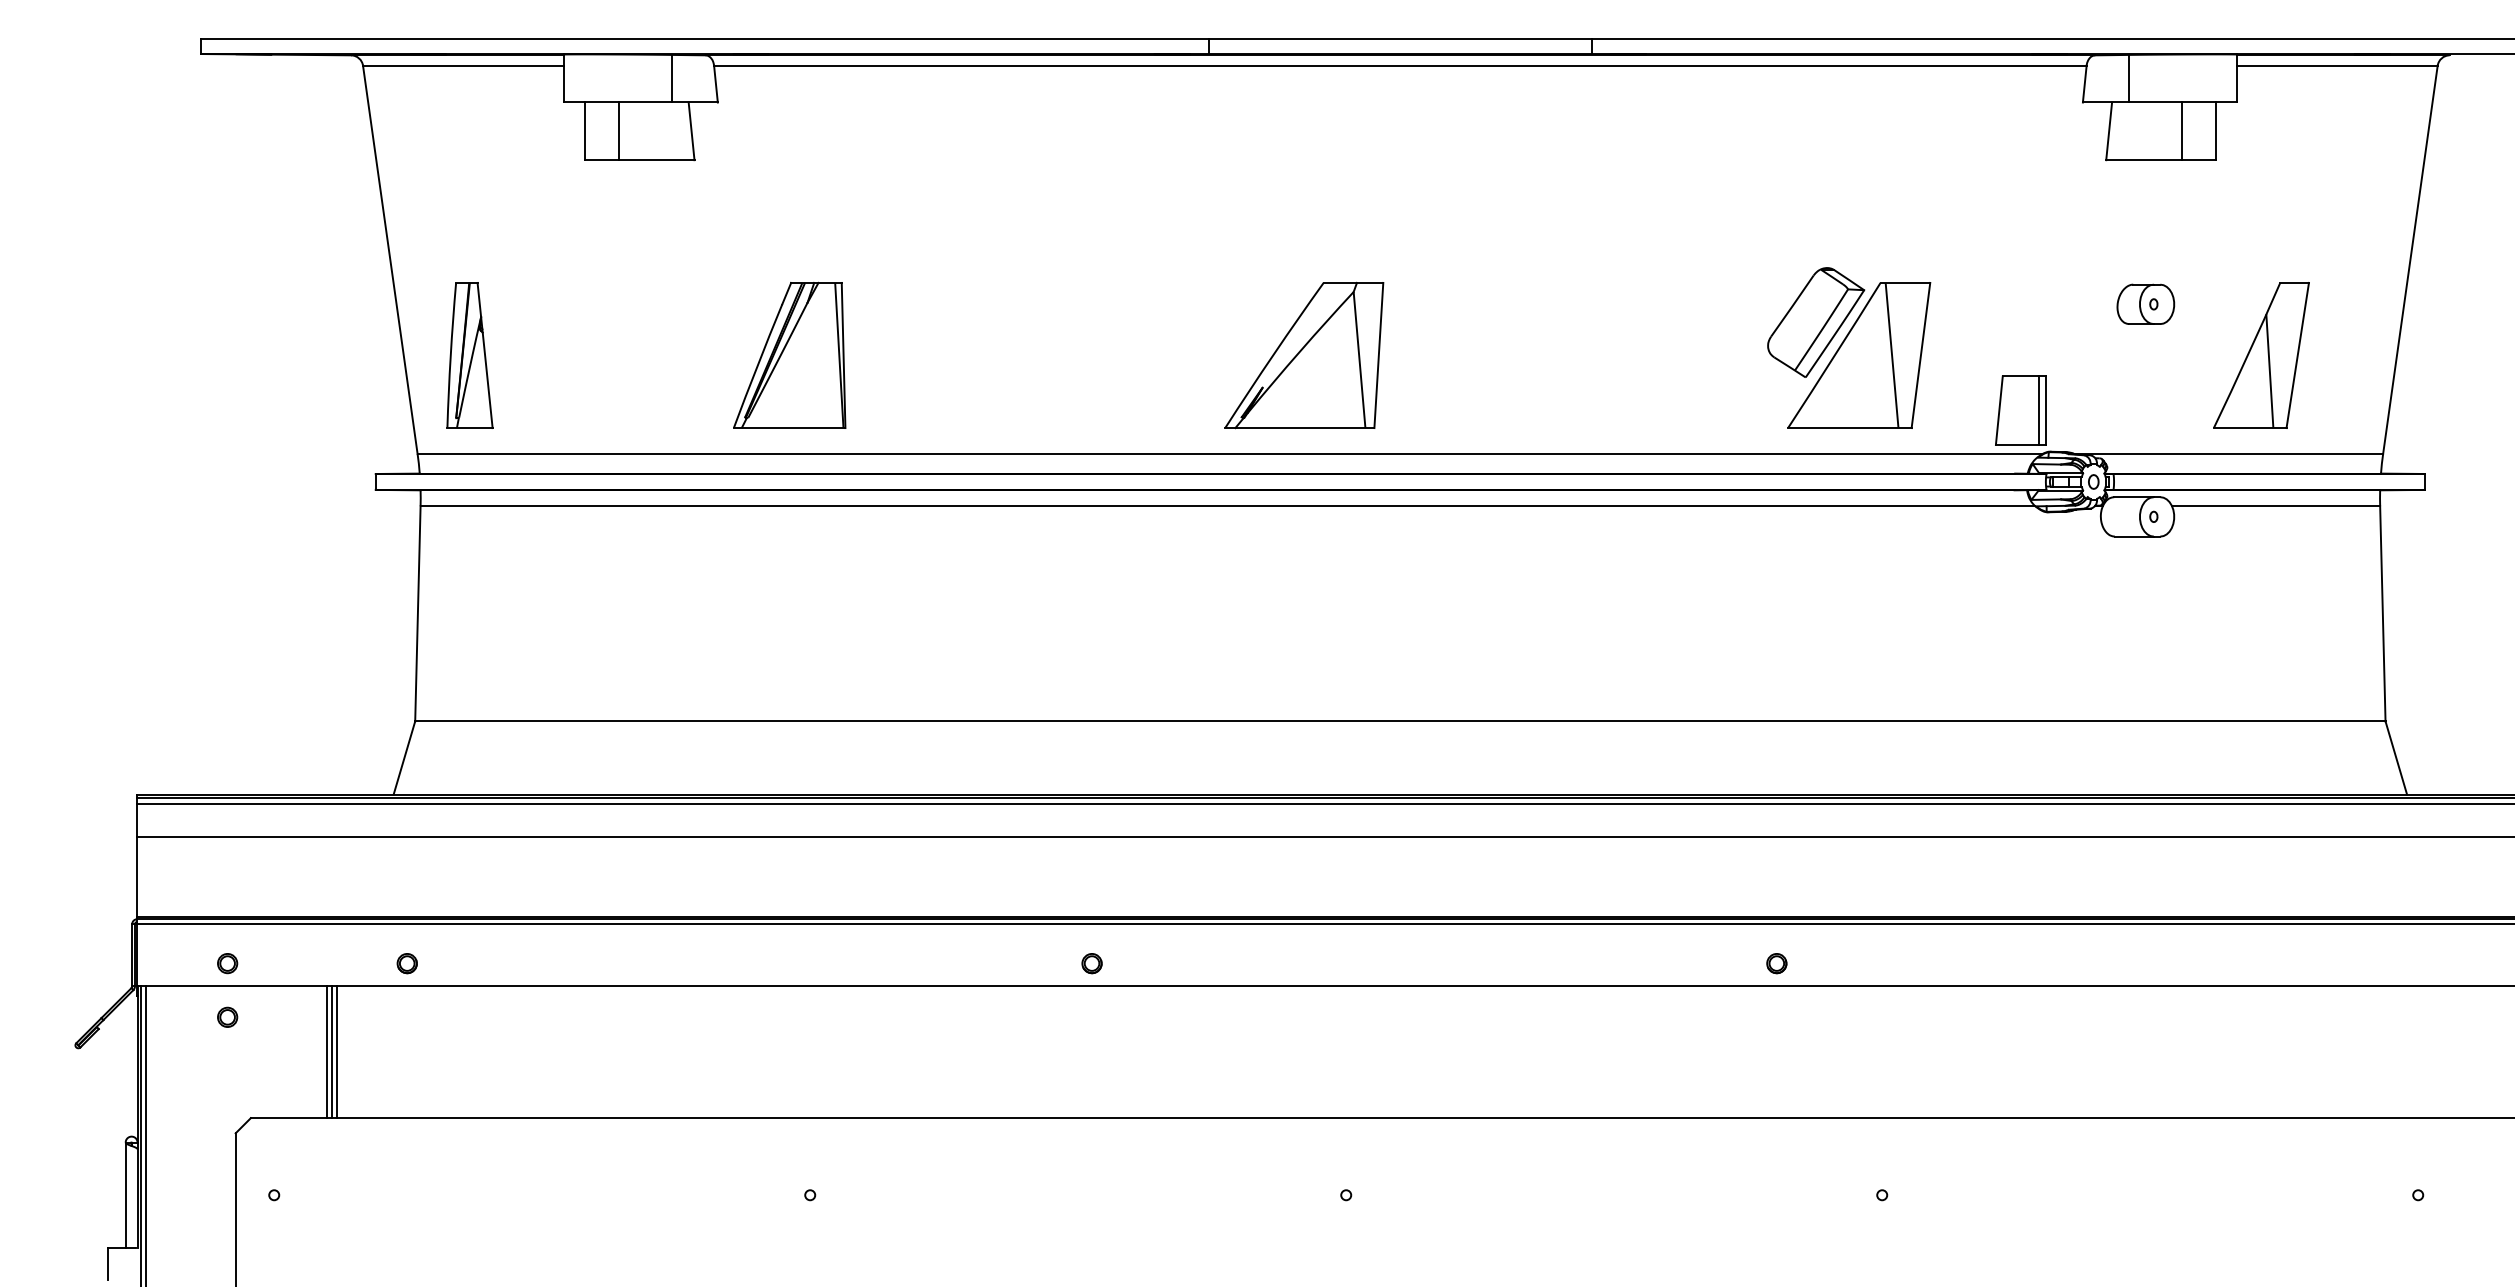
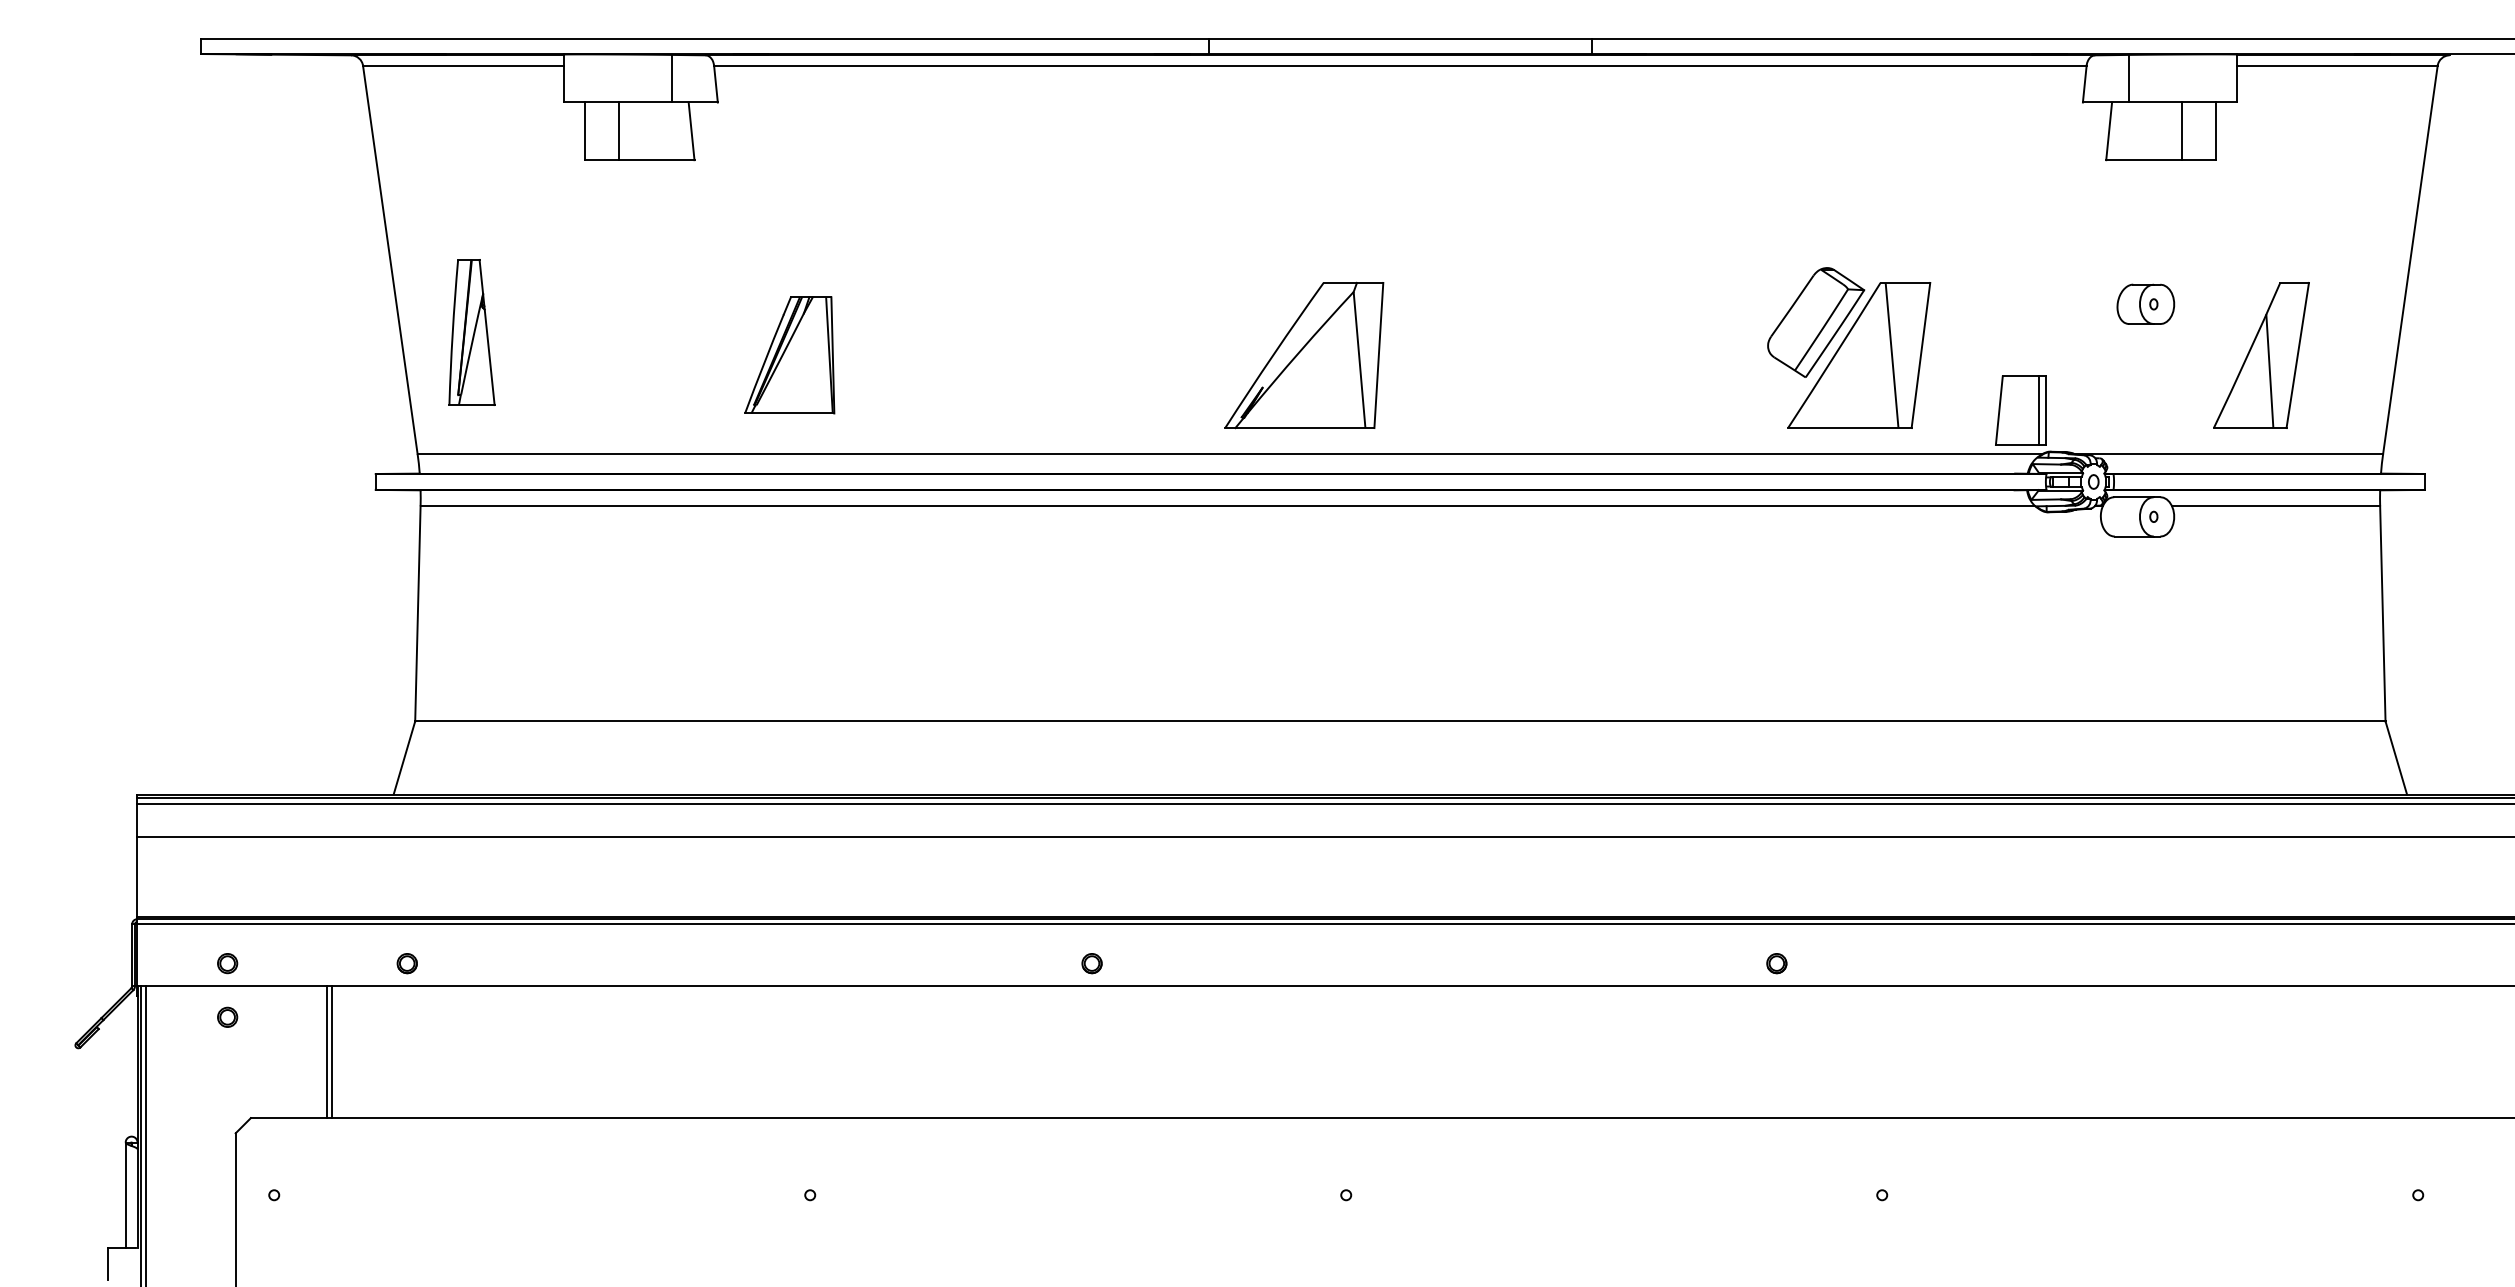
part at (789, 354) size: 114x148 px -> 92x119 px
part at (469, 355) position: (469, 355) -> (471, 332)
line at (337, 1052): present -> none
